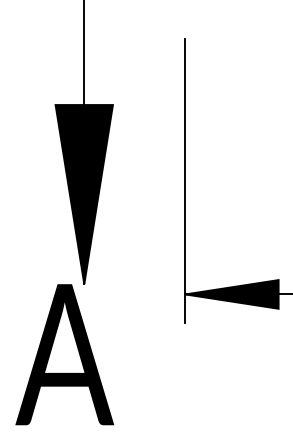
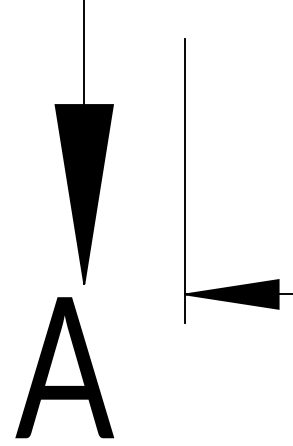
text at (64, 354) position: (64, 354) -> (64, 367)
